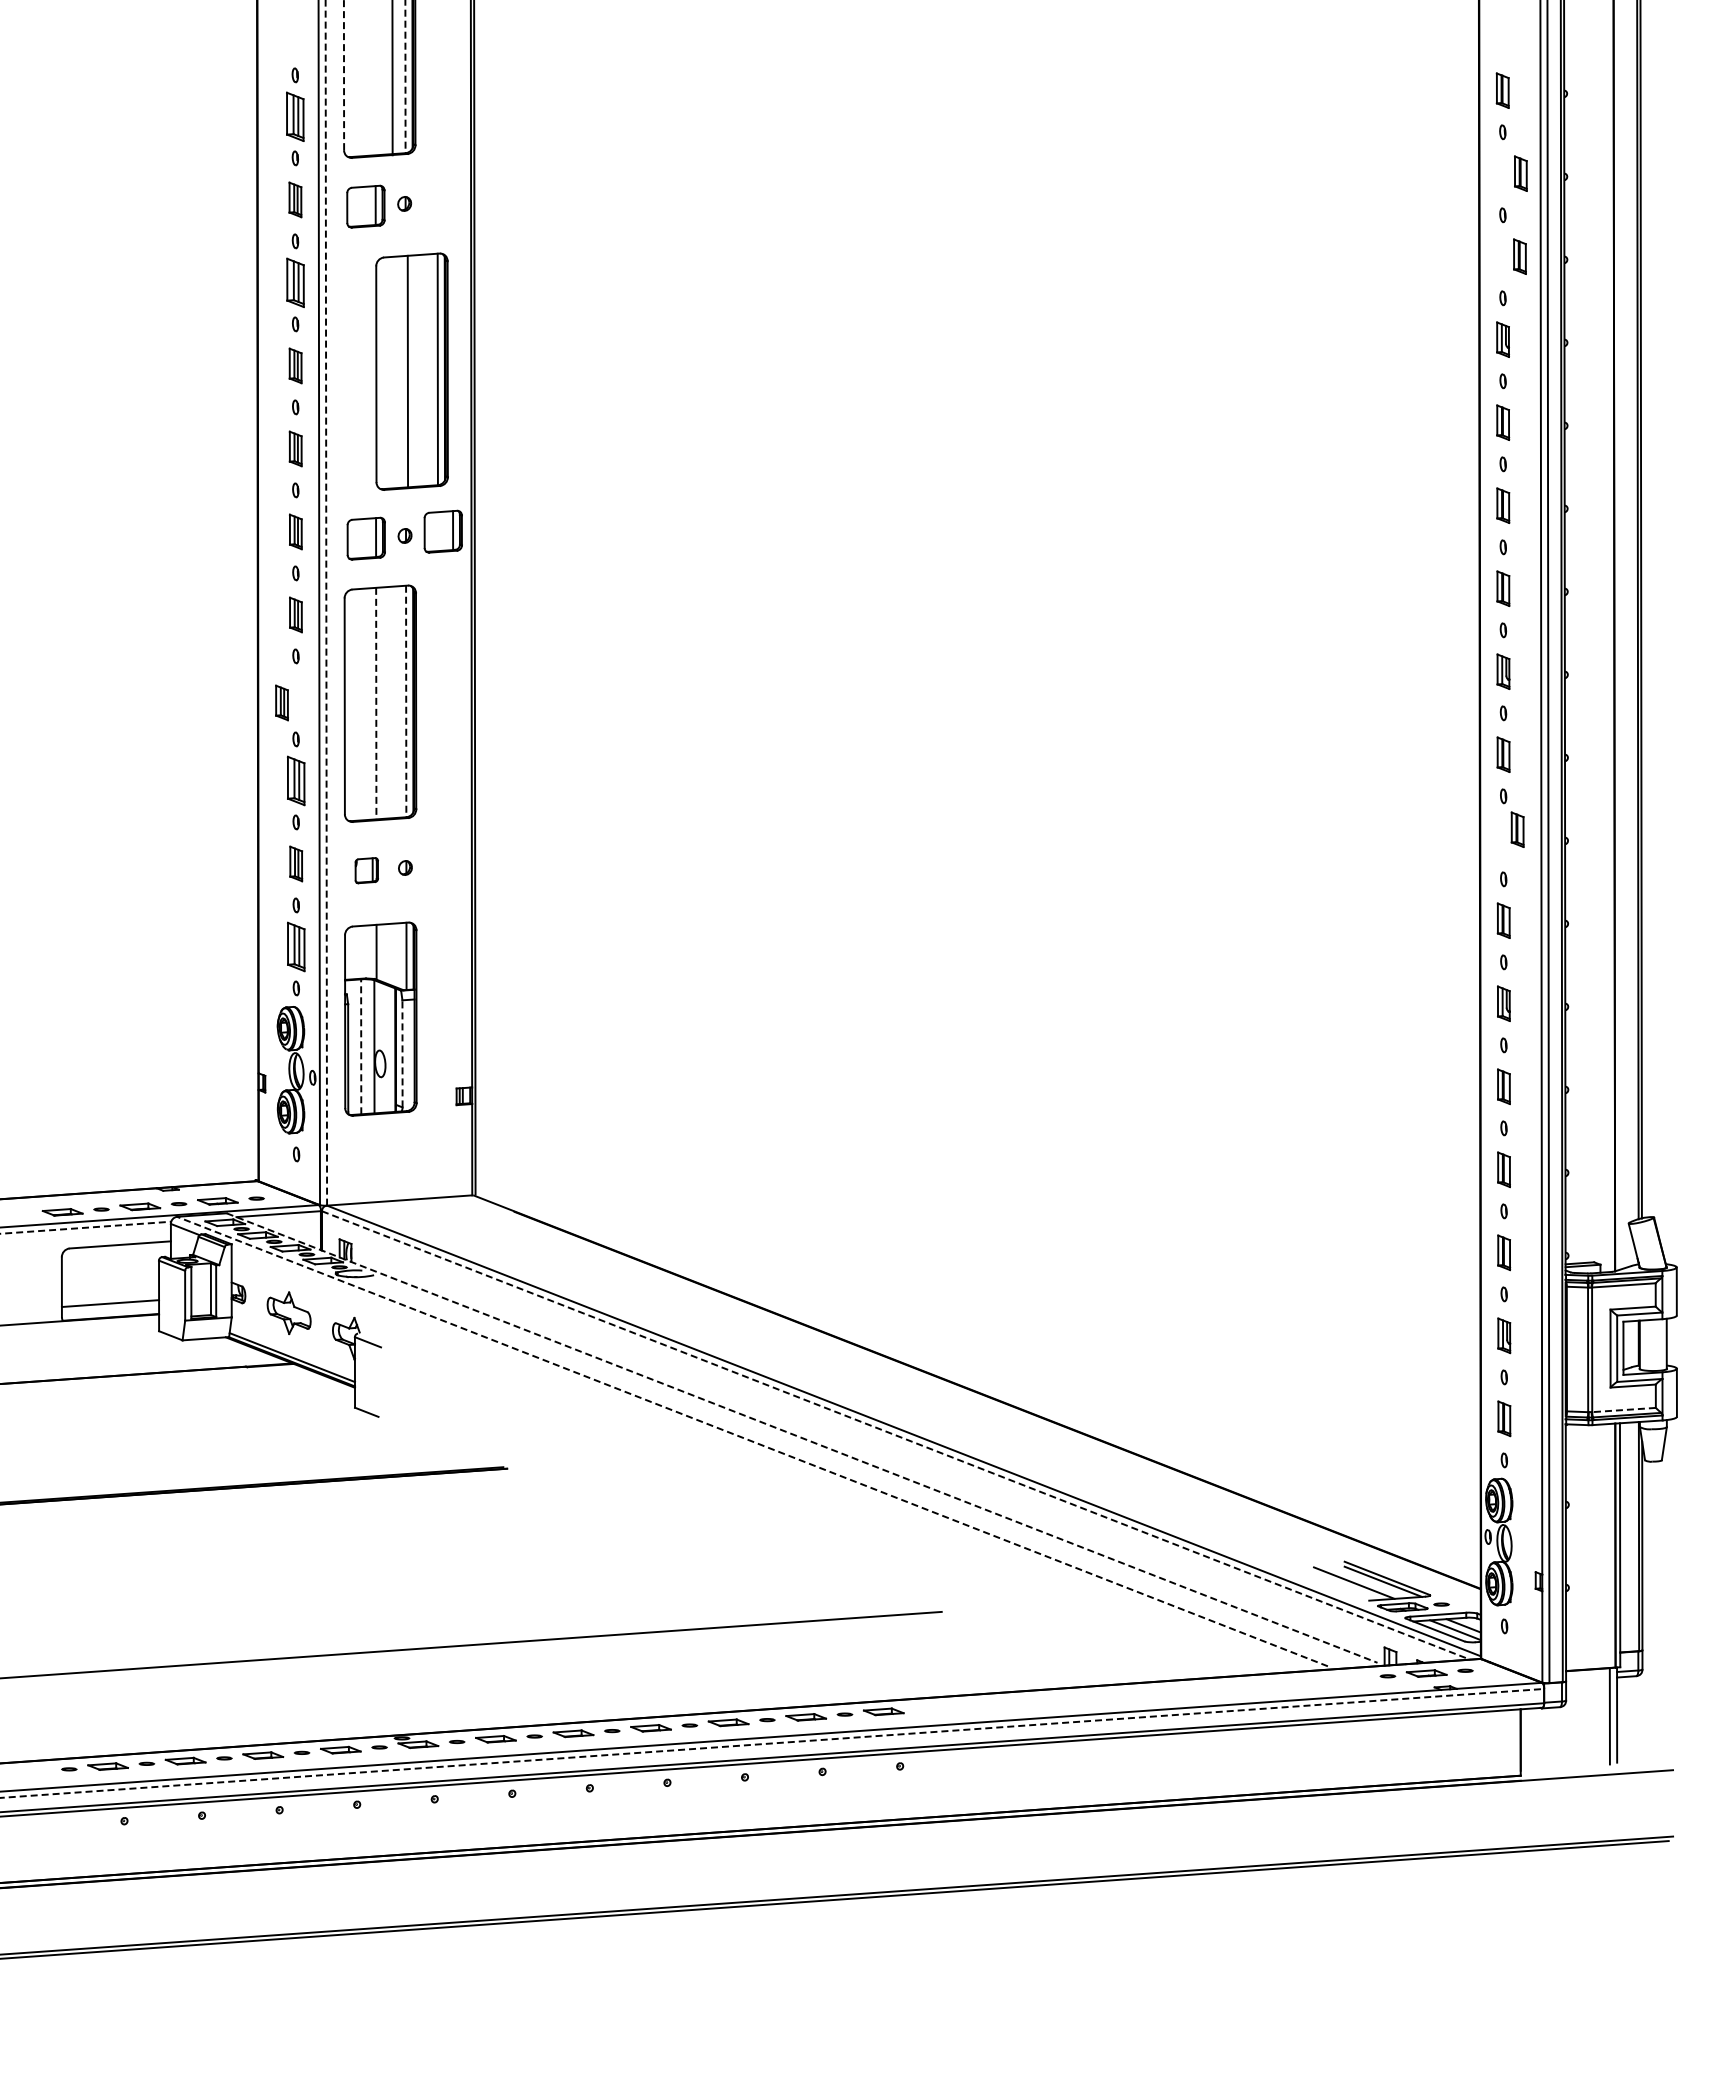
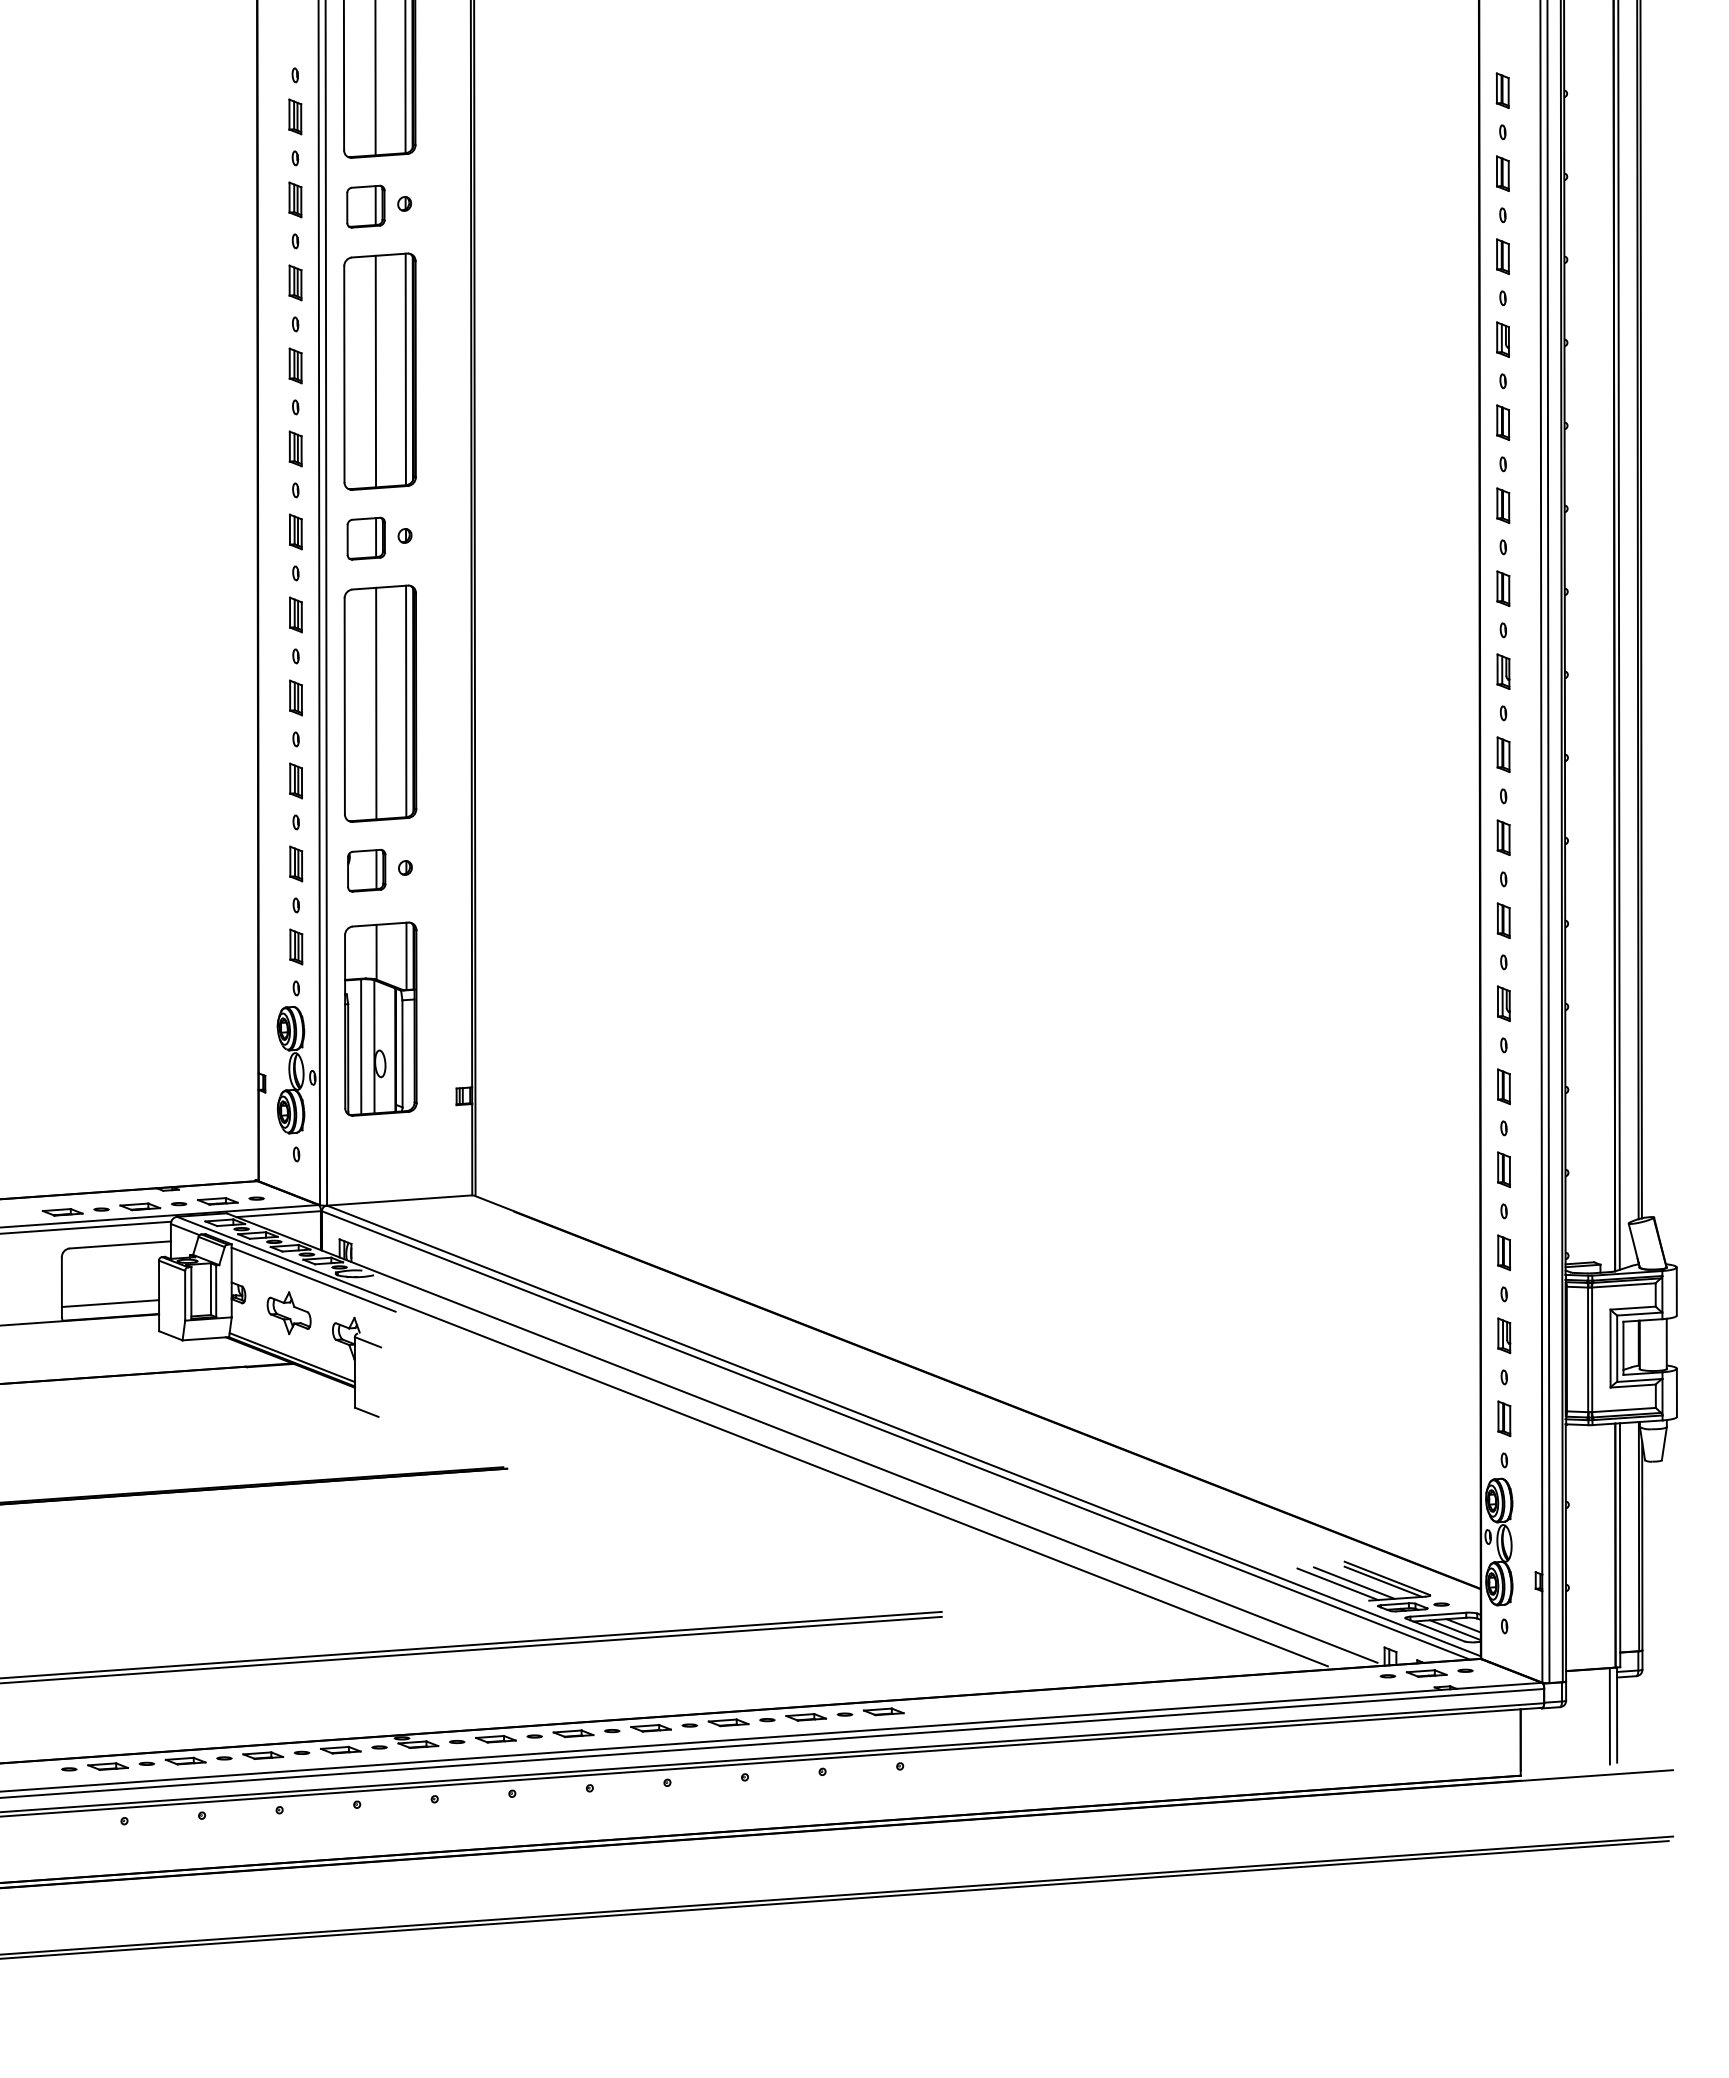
line at (344, 75): dashed -> solid
line at (405, 77): dashed -> solid
line at (392, 78) position: (392, 78) -> (375, 78)
part at (295, 116) size: 19x51 px -> 15x38 px
part at (1520, 173) position: (1520, 173) -> (1502, 173)
part at (1519, 256) position: (1519, 256) -> (1502, 256)
part at (295, 282) size: 19x51 px -> 15x38 px
part at (411, 371) position: (411, 371) -> (379, 371)
part at (442, 531): present -> none
line at (326, 603): dashed -> solid
line at (1618, 635): none -> present
line at (406, 701): dashed -> solid
part at (281, 702) position: (281, 702) -> (295, 697)
line at (376, 703): dashed -> solid
part at (295, 780) size: 20x52 px -> 14x38 px
part at (1517, 829) position: (1517, 829) -> (1503, 837)
part at (366, 870) size: 25x28 px -> 40x45 px
part at (296, 946) size: 19x52 px -> 15x38 px
line at (361, 1046): dashed -> solid
line at (402, 1053): dashed -> solid
line at (86, 1227): dashed -> solid
line at (313, 1279): none -> present
line at (1624, 1410): dashed -> solid
line at (896, 1435): dashed -> solid
line at (802, 1438): dashed -> solid
line at (752, 1441): dashed -> solid
line at (1337, 1584): none -> present
line at (471, 1649): none -> present
line at (772, 1743): dashed -> solid
